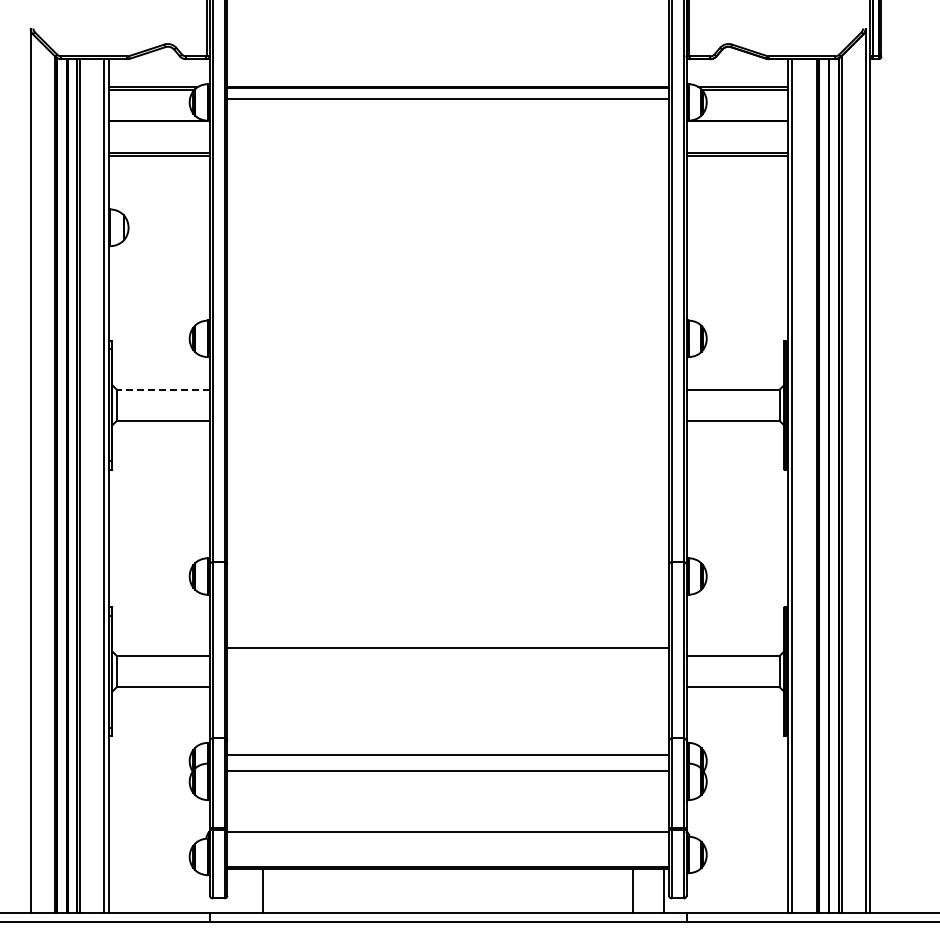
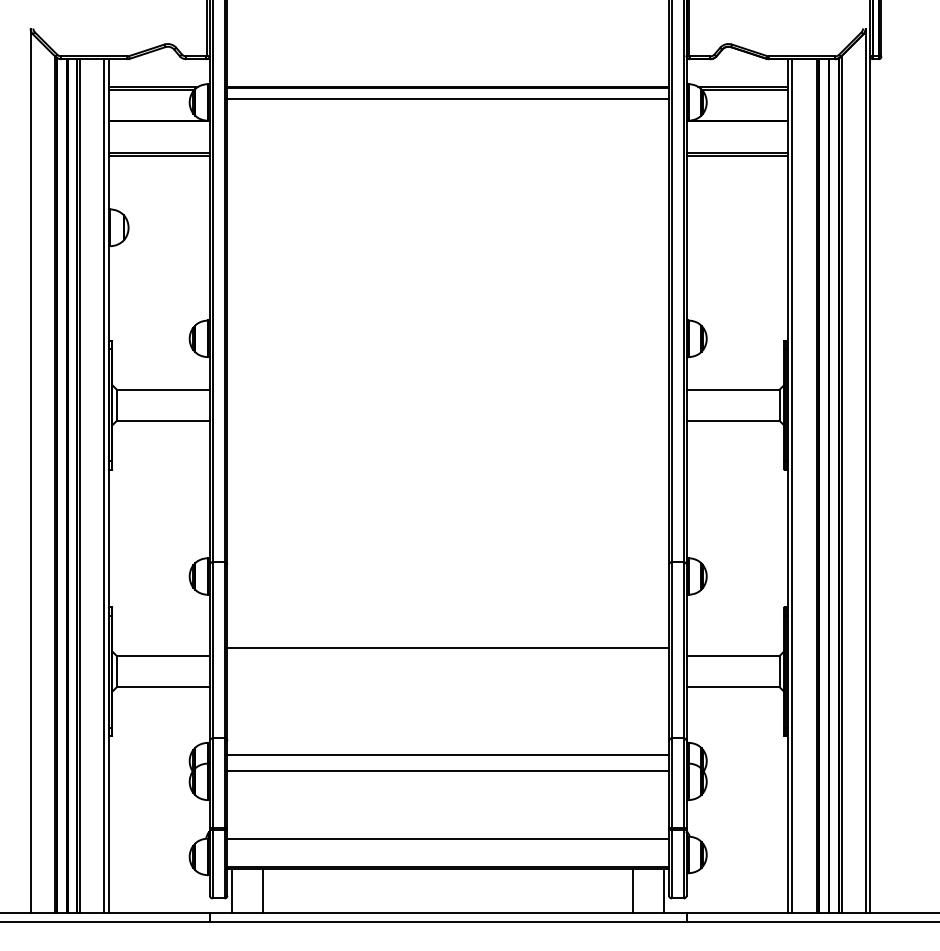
line at (162, 389): dashed -> solid
line at (448, 832) position: (448, 832) -> (448, 839)
line at (231, 891): none -> present
